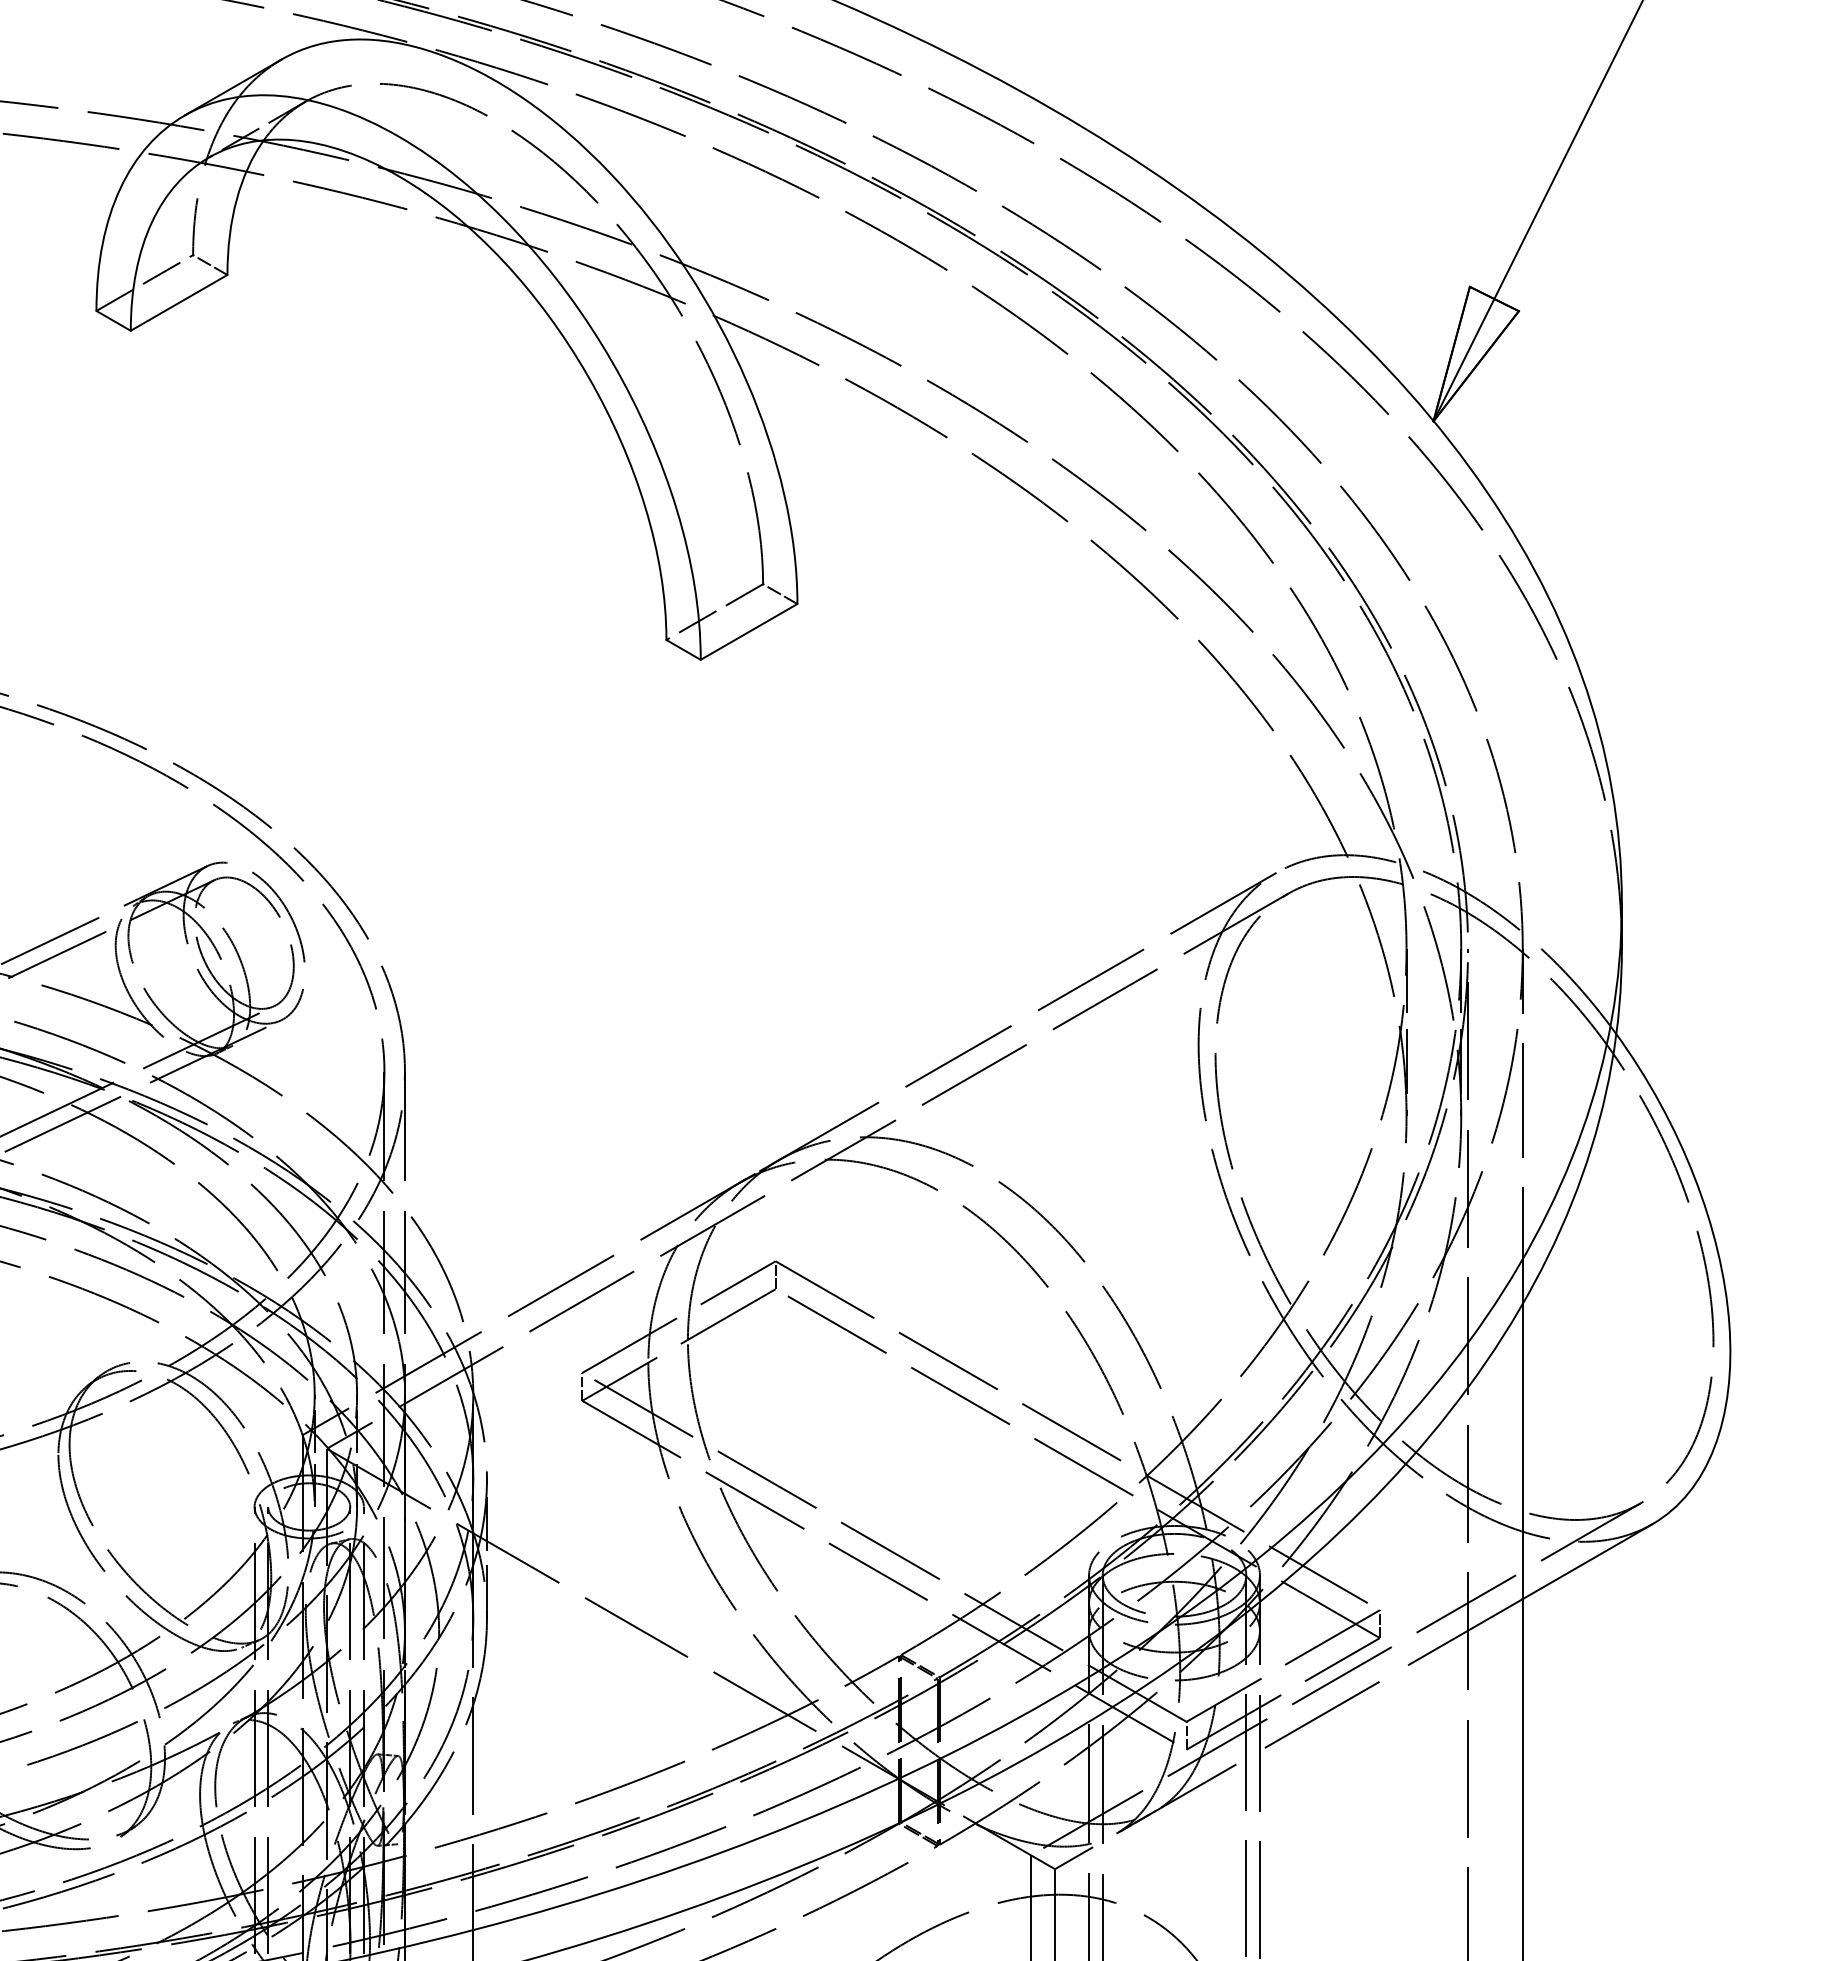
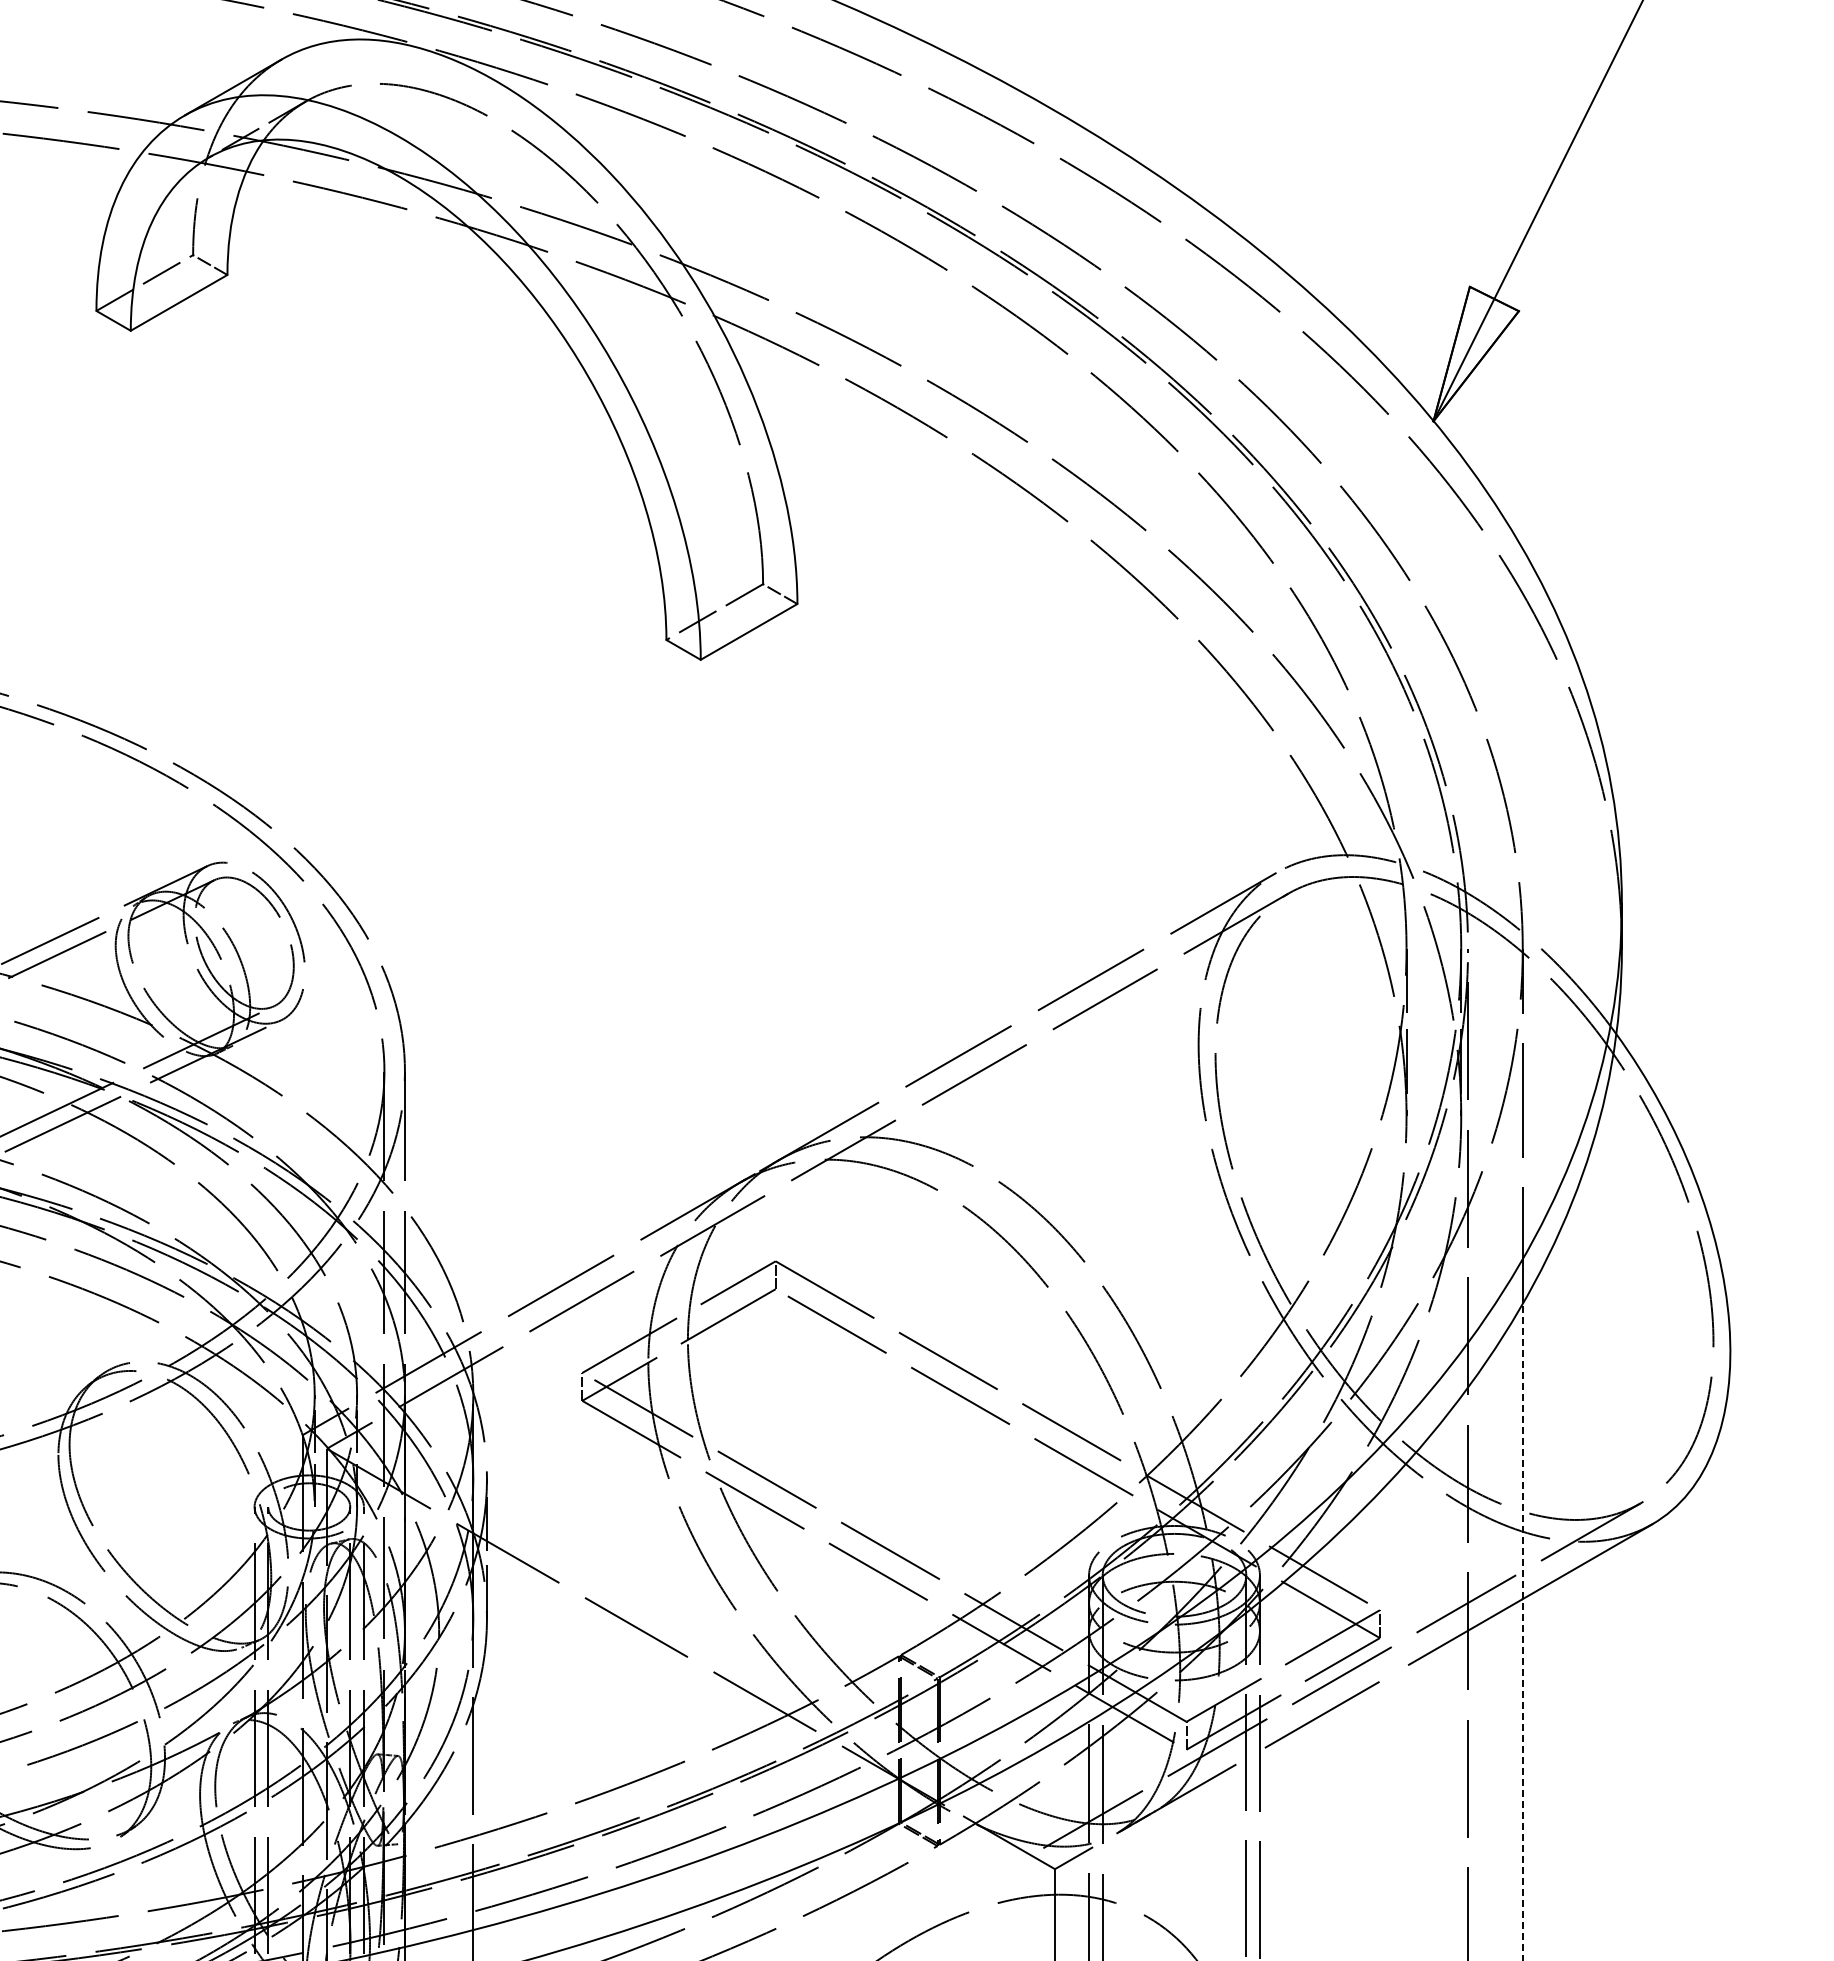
line at (1522, 1631): solid -> dashed
line at (1031, 1906): present -> none
